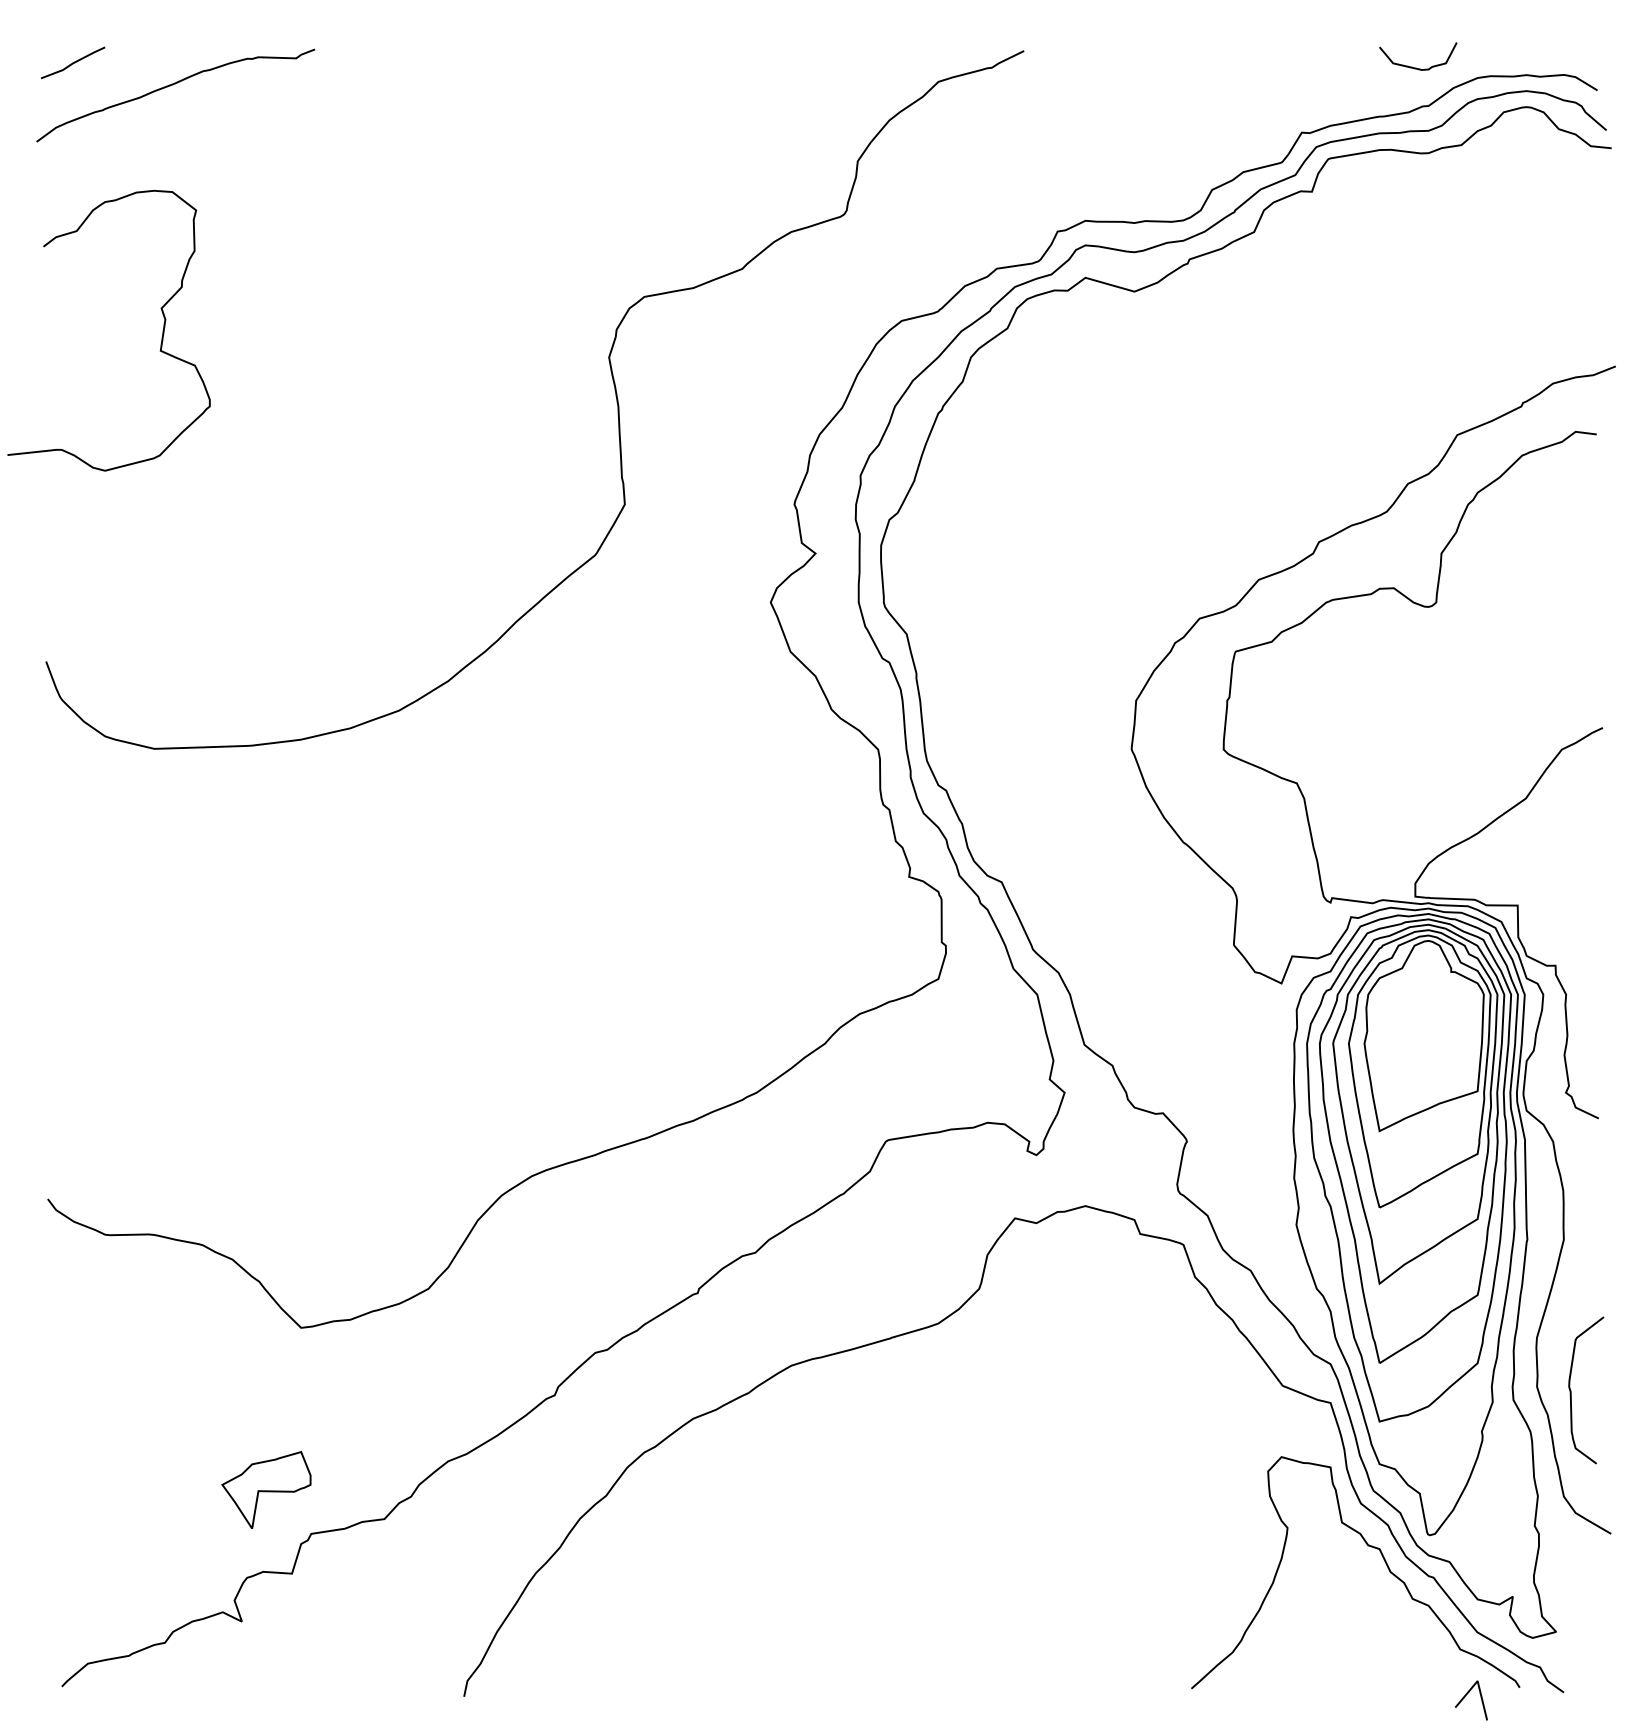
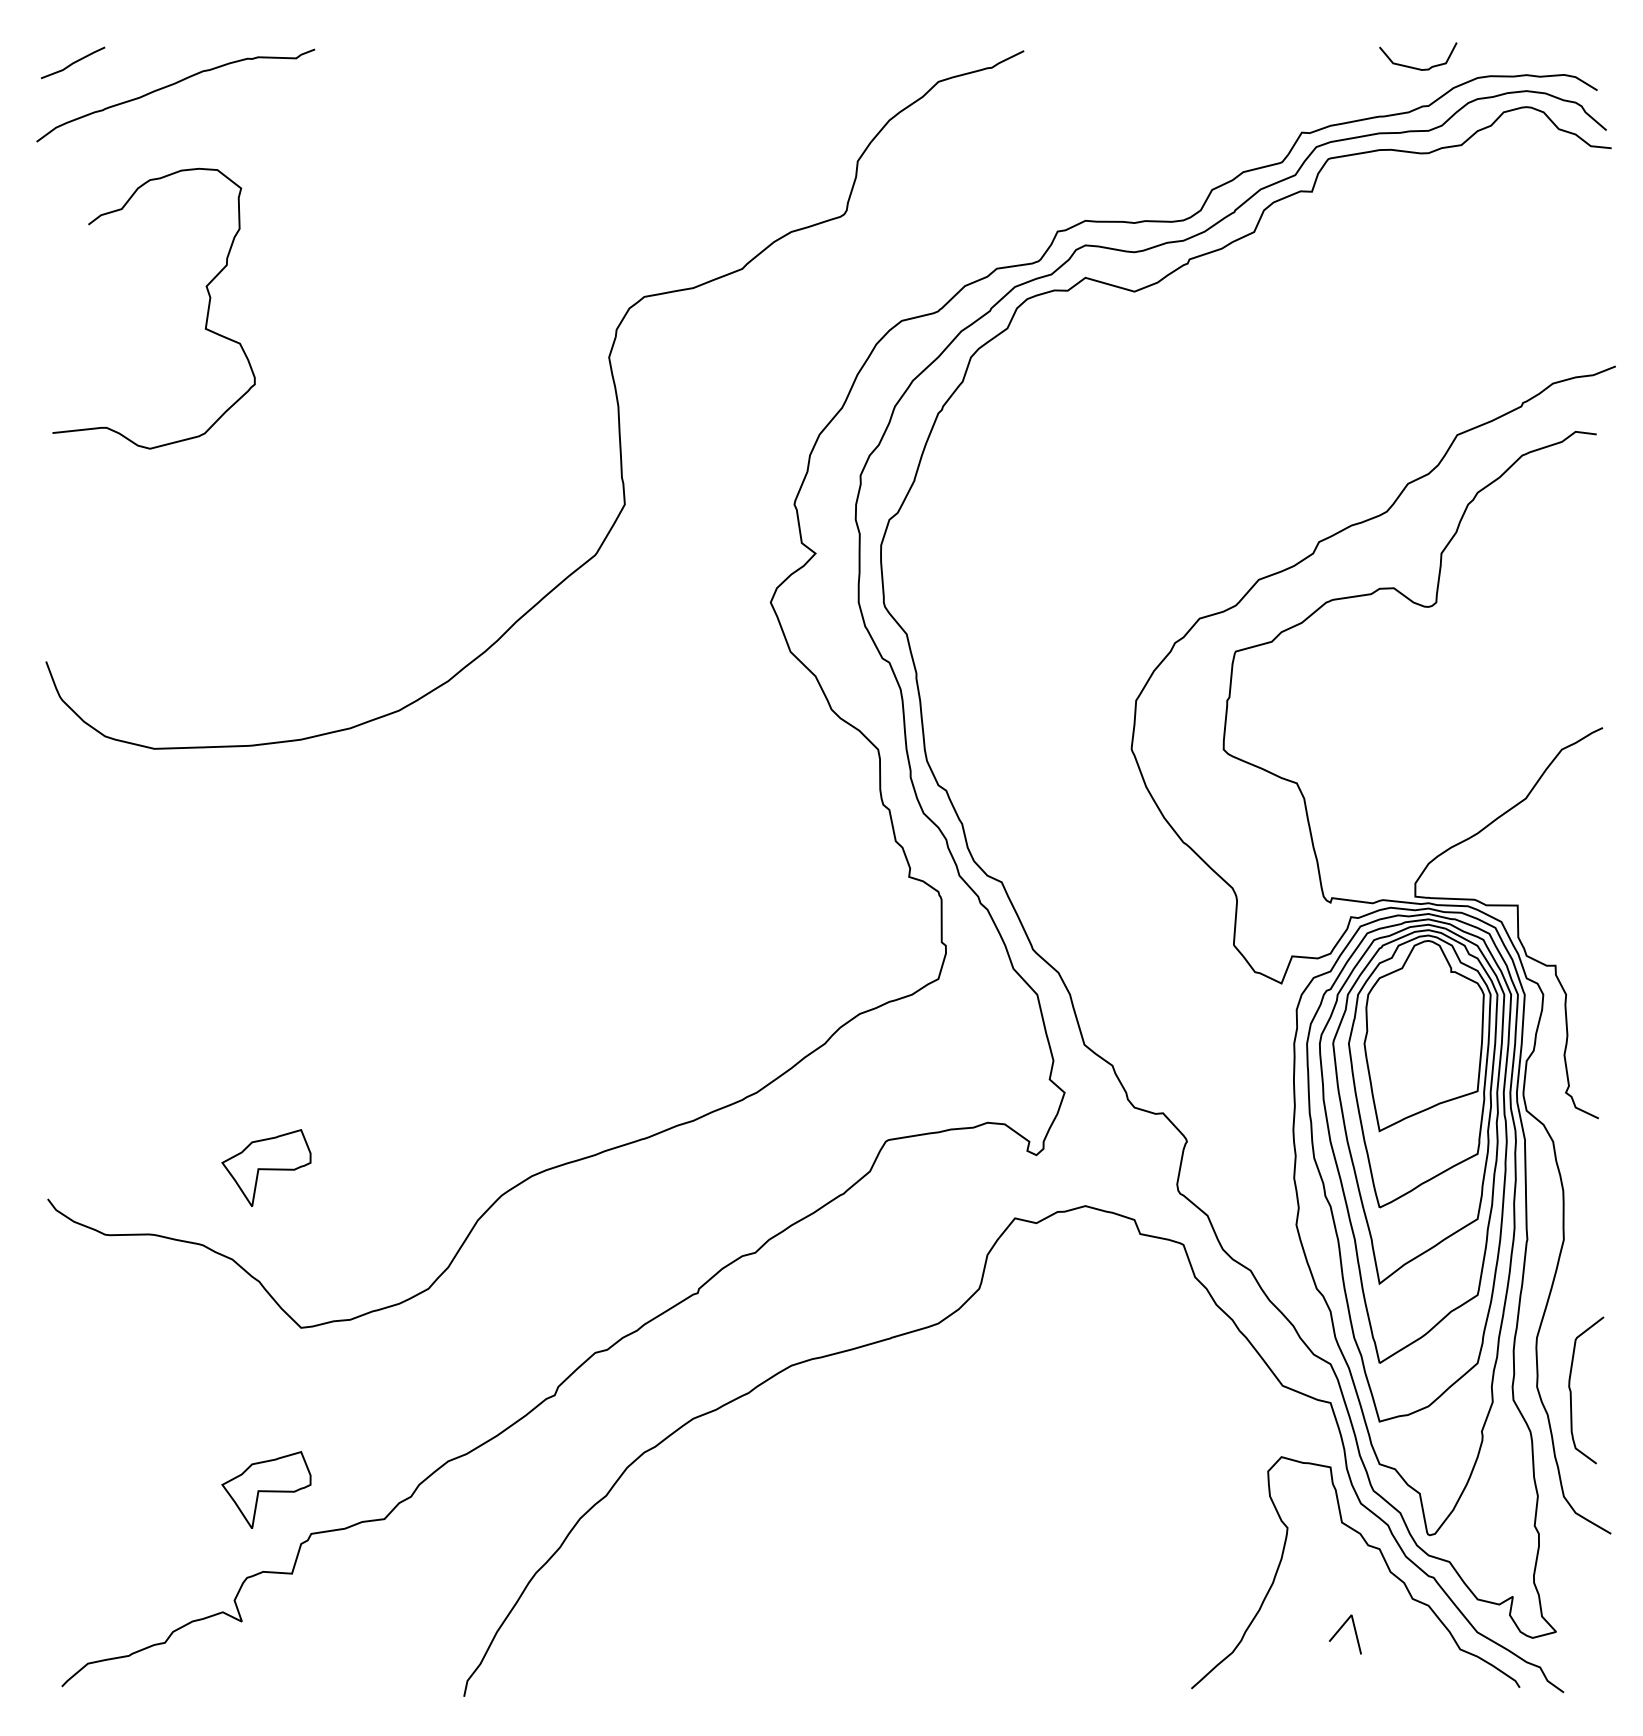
curve at (161, 337) position: (161, 337) -> (206, 315)
part at (266, 1167): none -> present
line at (1465, 1697) position: (1465, 1697) -> (1339, 1631)
